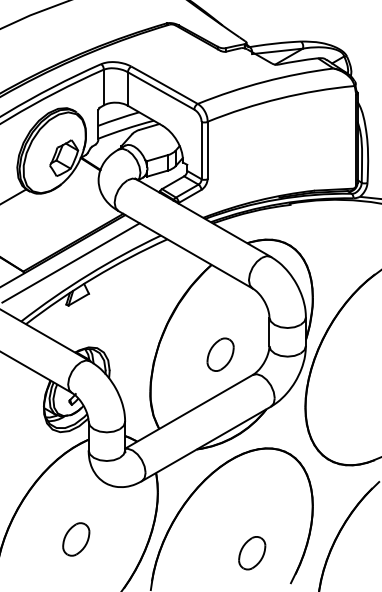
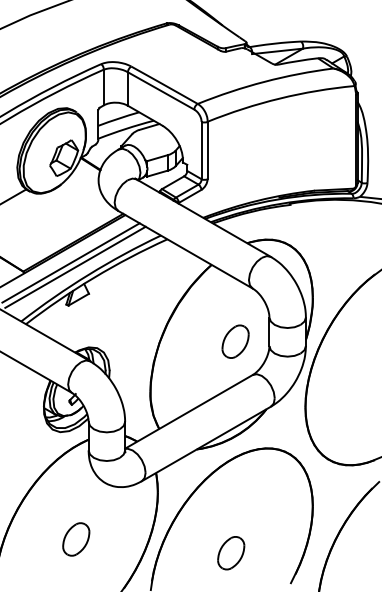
line at (75, 266): none -> present
part at (220, 354) position: (220, 354) -> (235, 341)
part at (252, 553) position: (252, 553) -> (231, 553)
